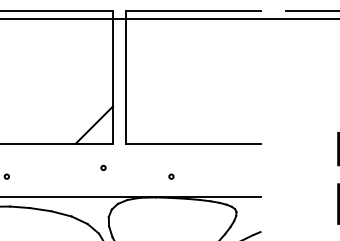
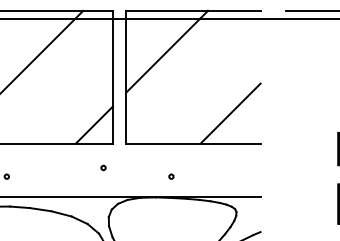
line at (42, 50): none -> present
line at (167, 51): none -> present
line at (230, 113): none -> present
